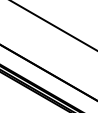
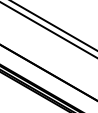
line at (48, 29): none -> present
